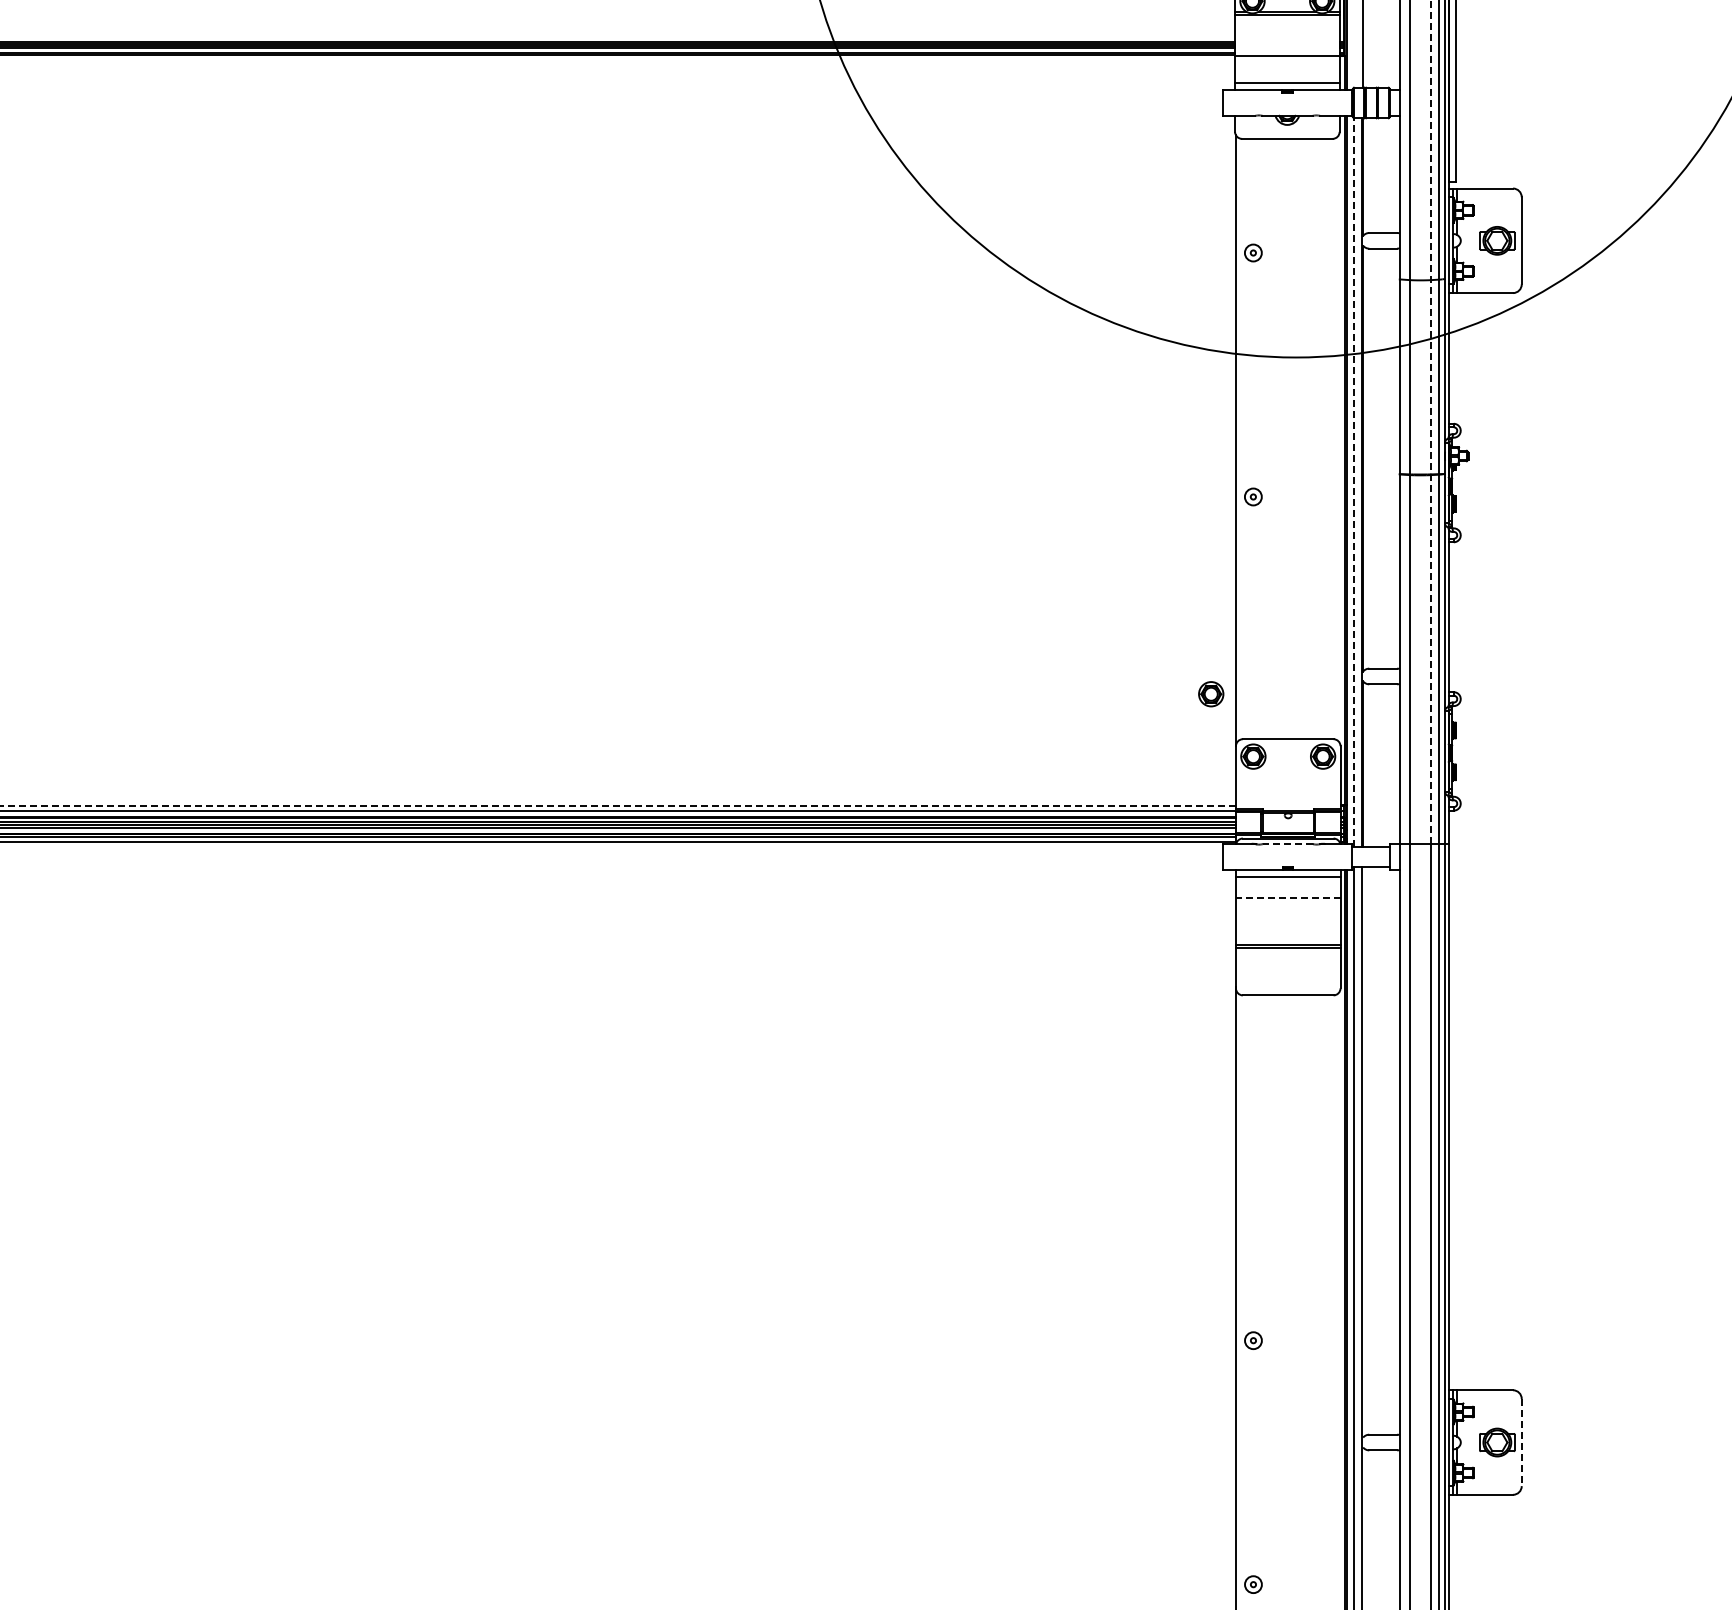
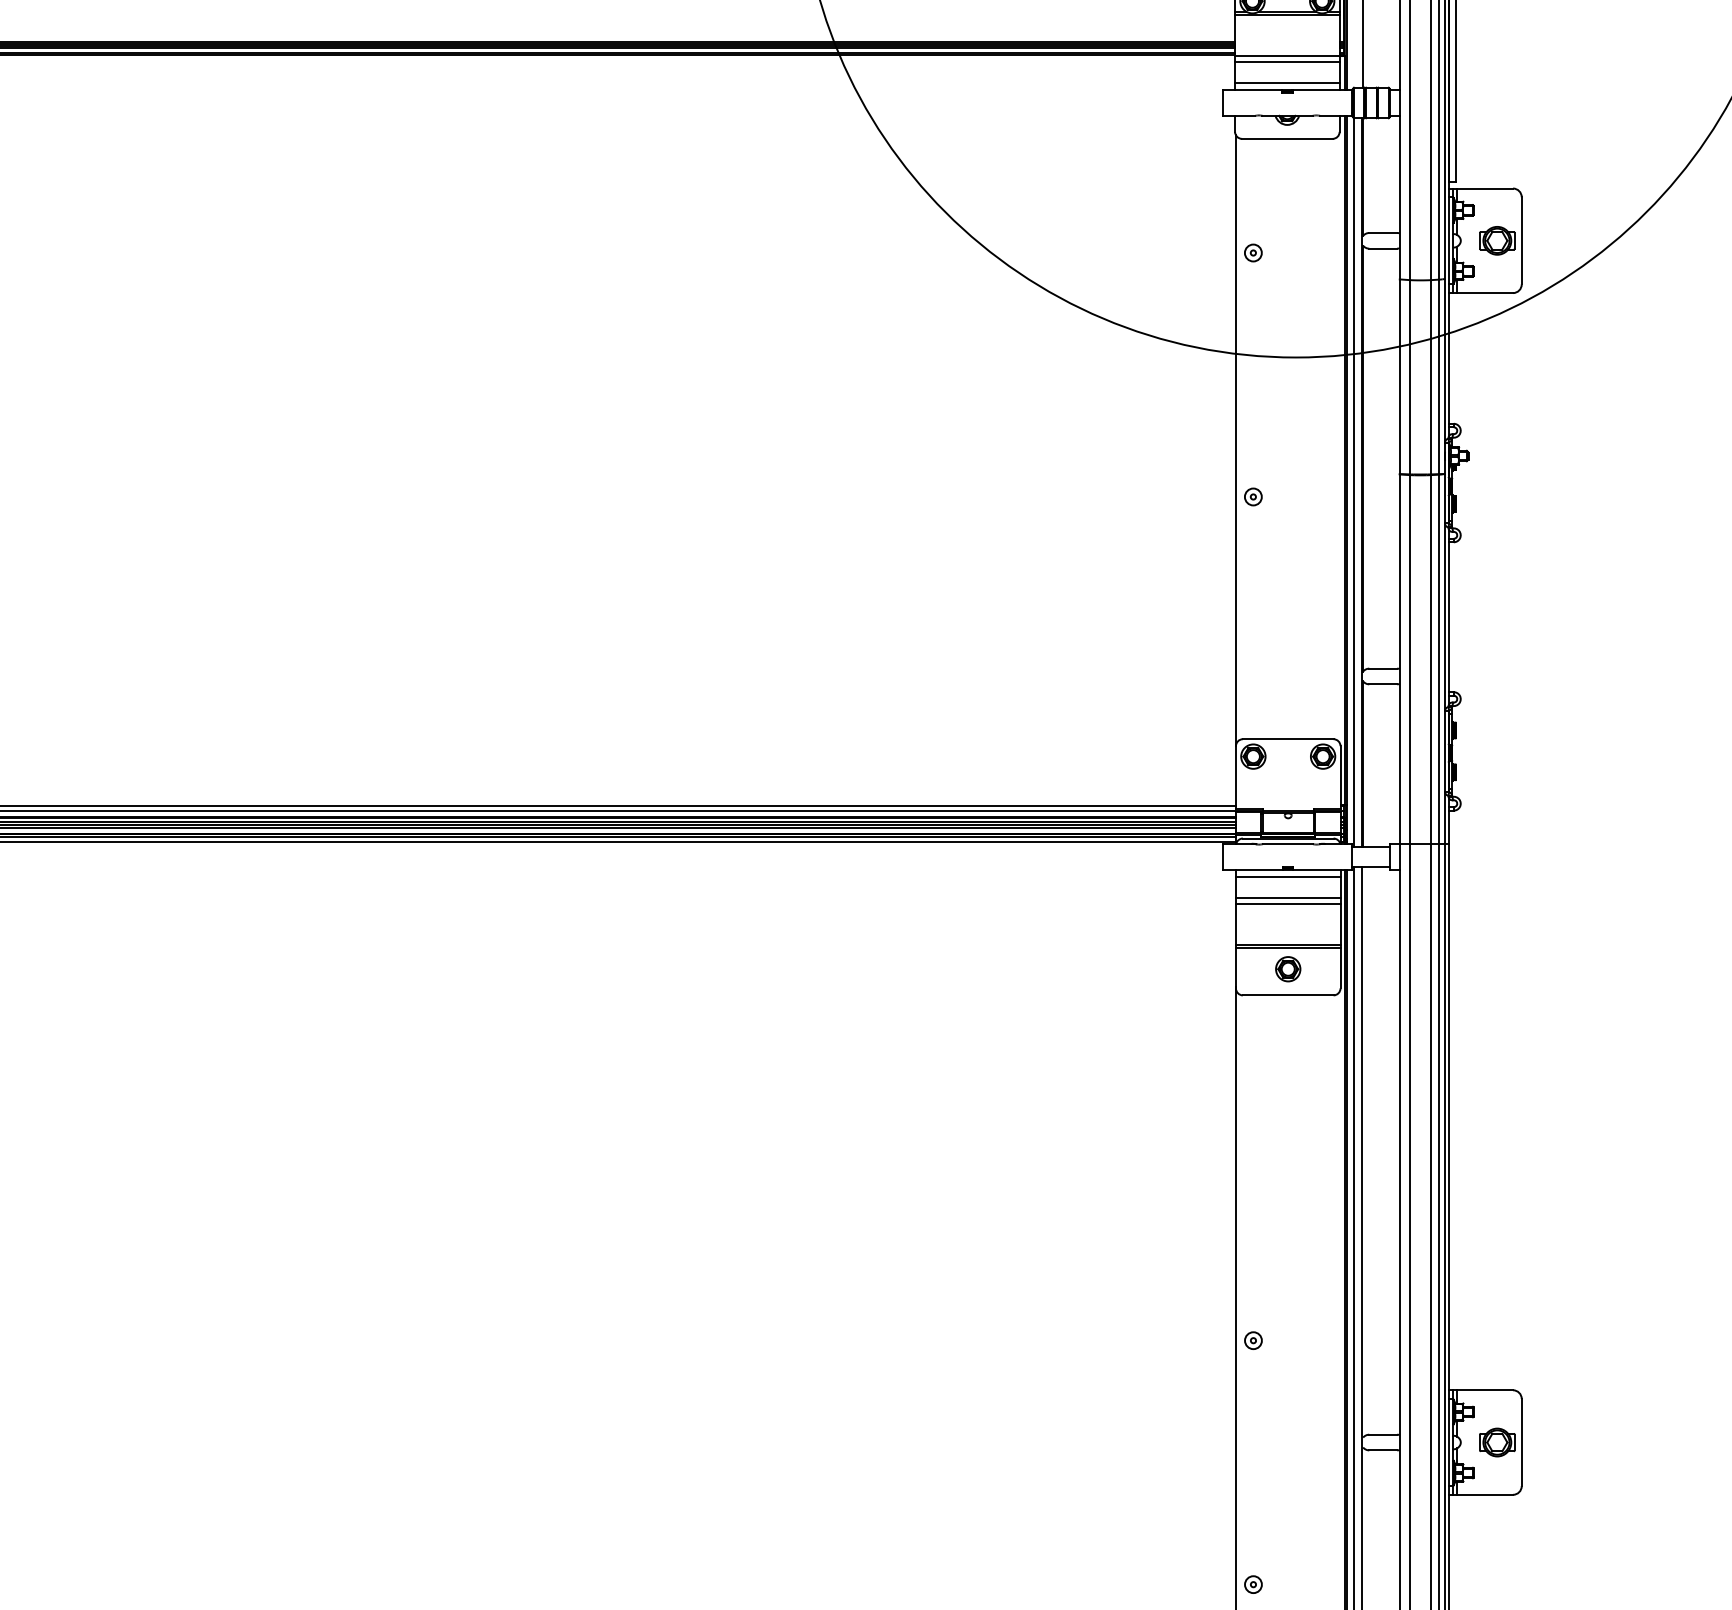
line at (1287, 62): none -> present
line at (1431, 422): dashed -> solid
line at (1354, 482): dashed -> solid
part at (1211, 694) position: (1211, 694) -> (1288, 969)
line at (618, 806): dashed -> solid
line at (1287, 844): dashed -> solid
line at (1287, 897): dashed -> solid
line at (1287, 904): none -> present
line at (1521, 1442): dashed -> solid
